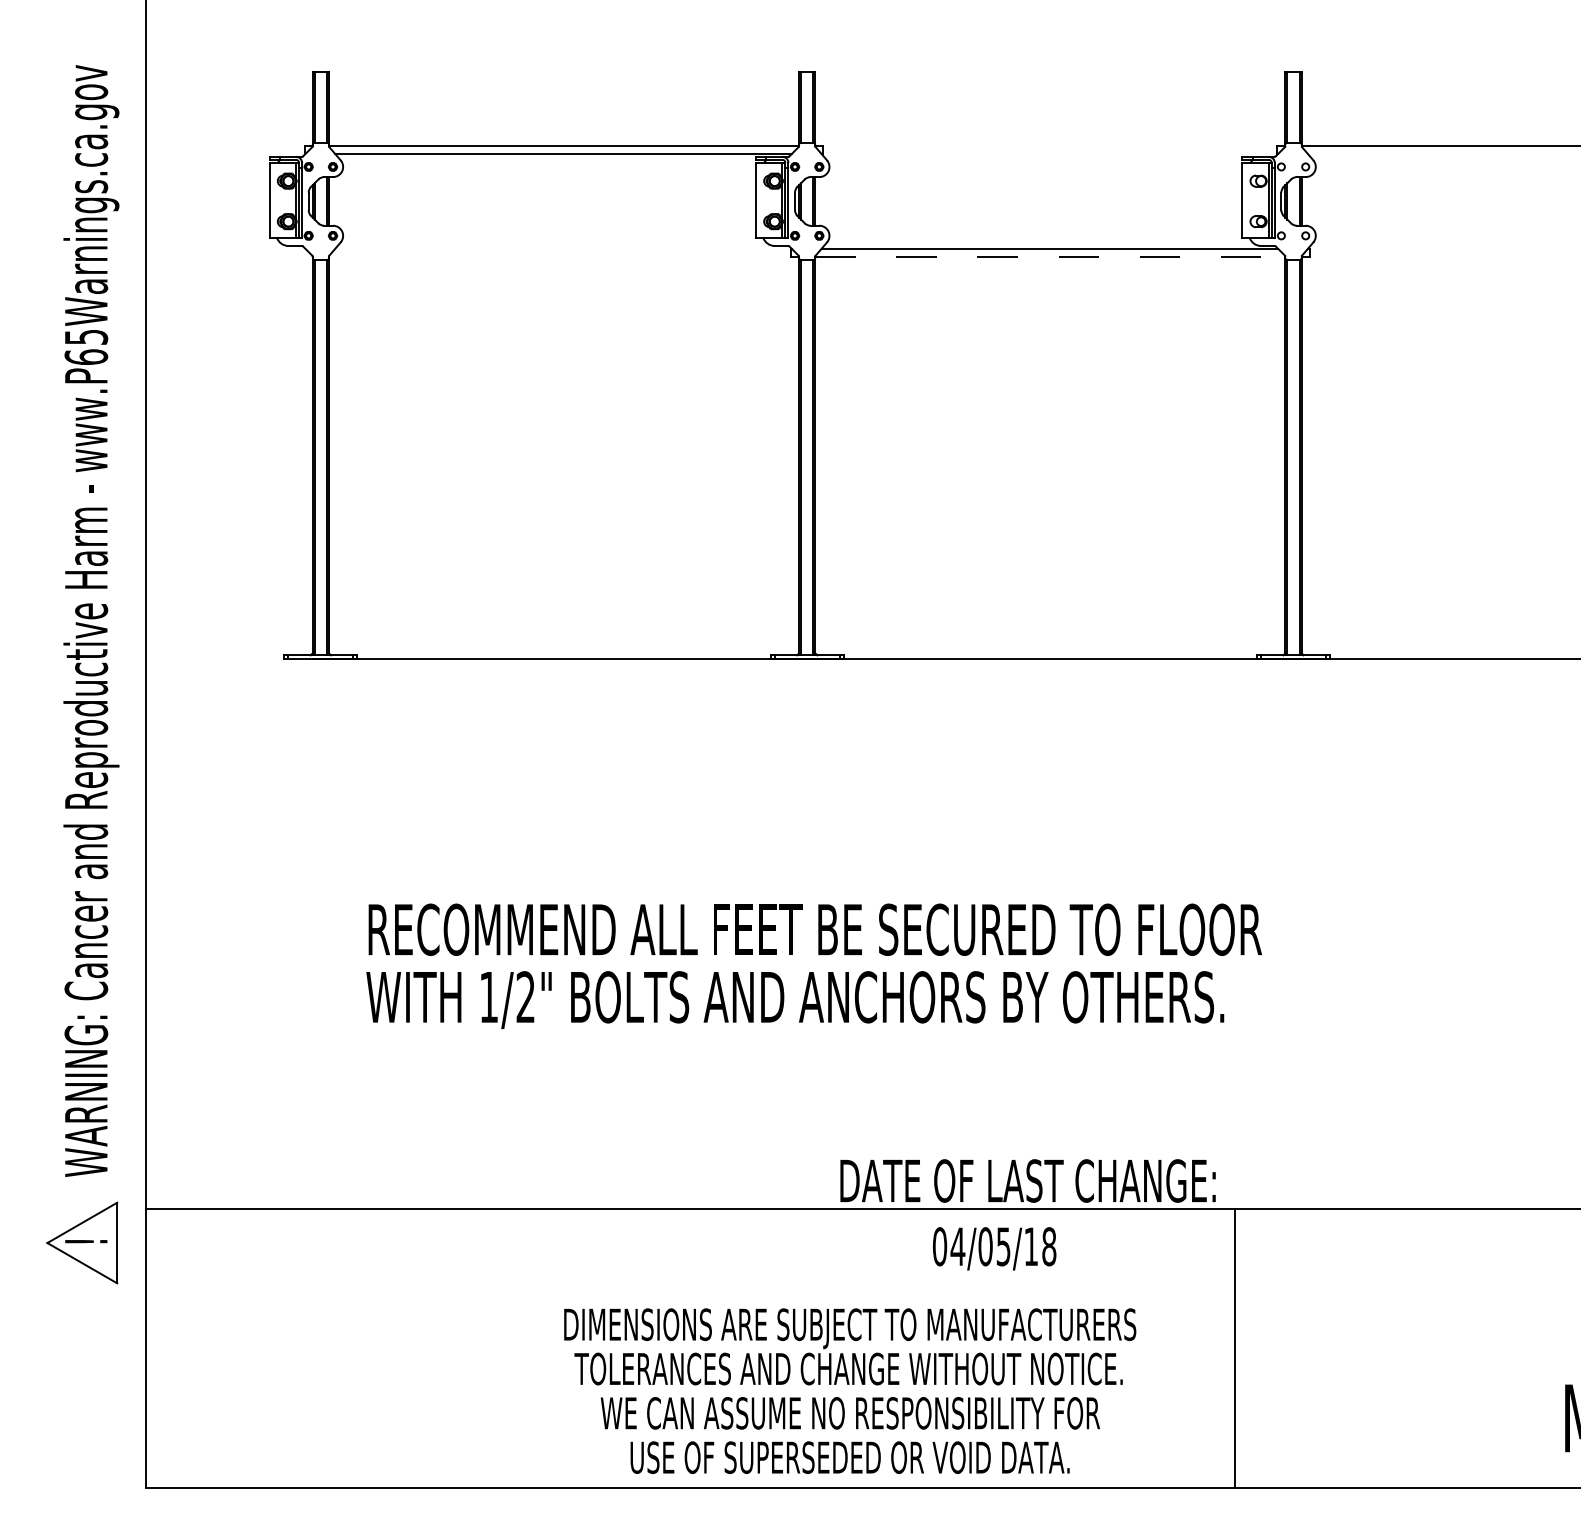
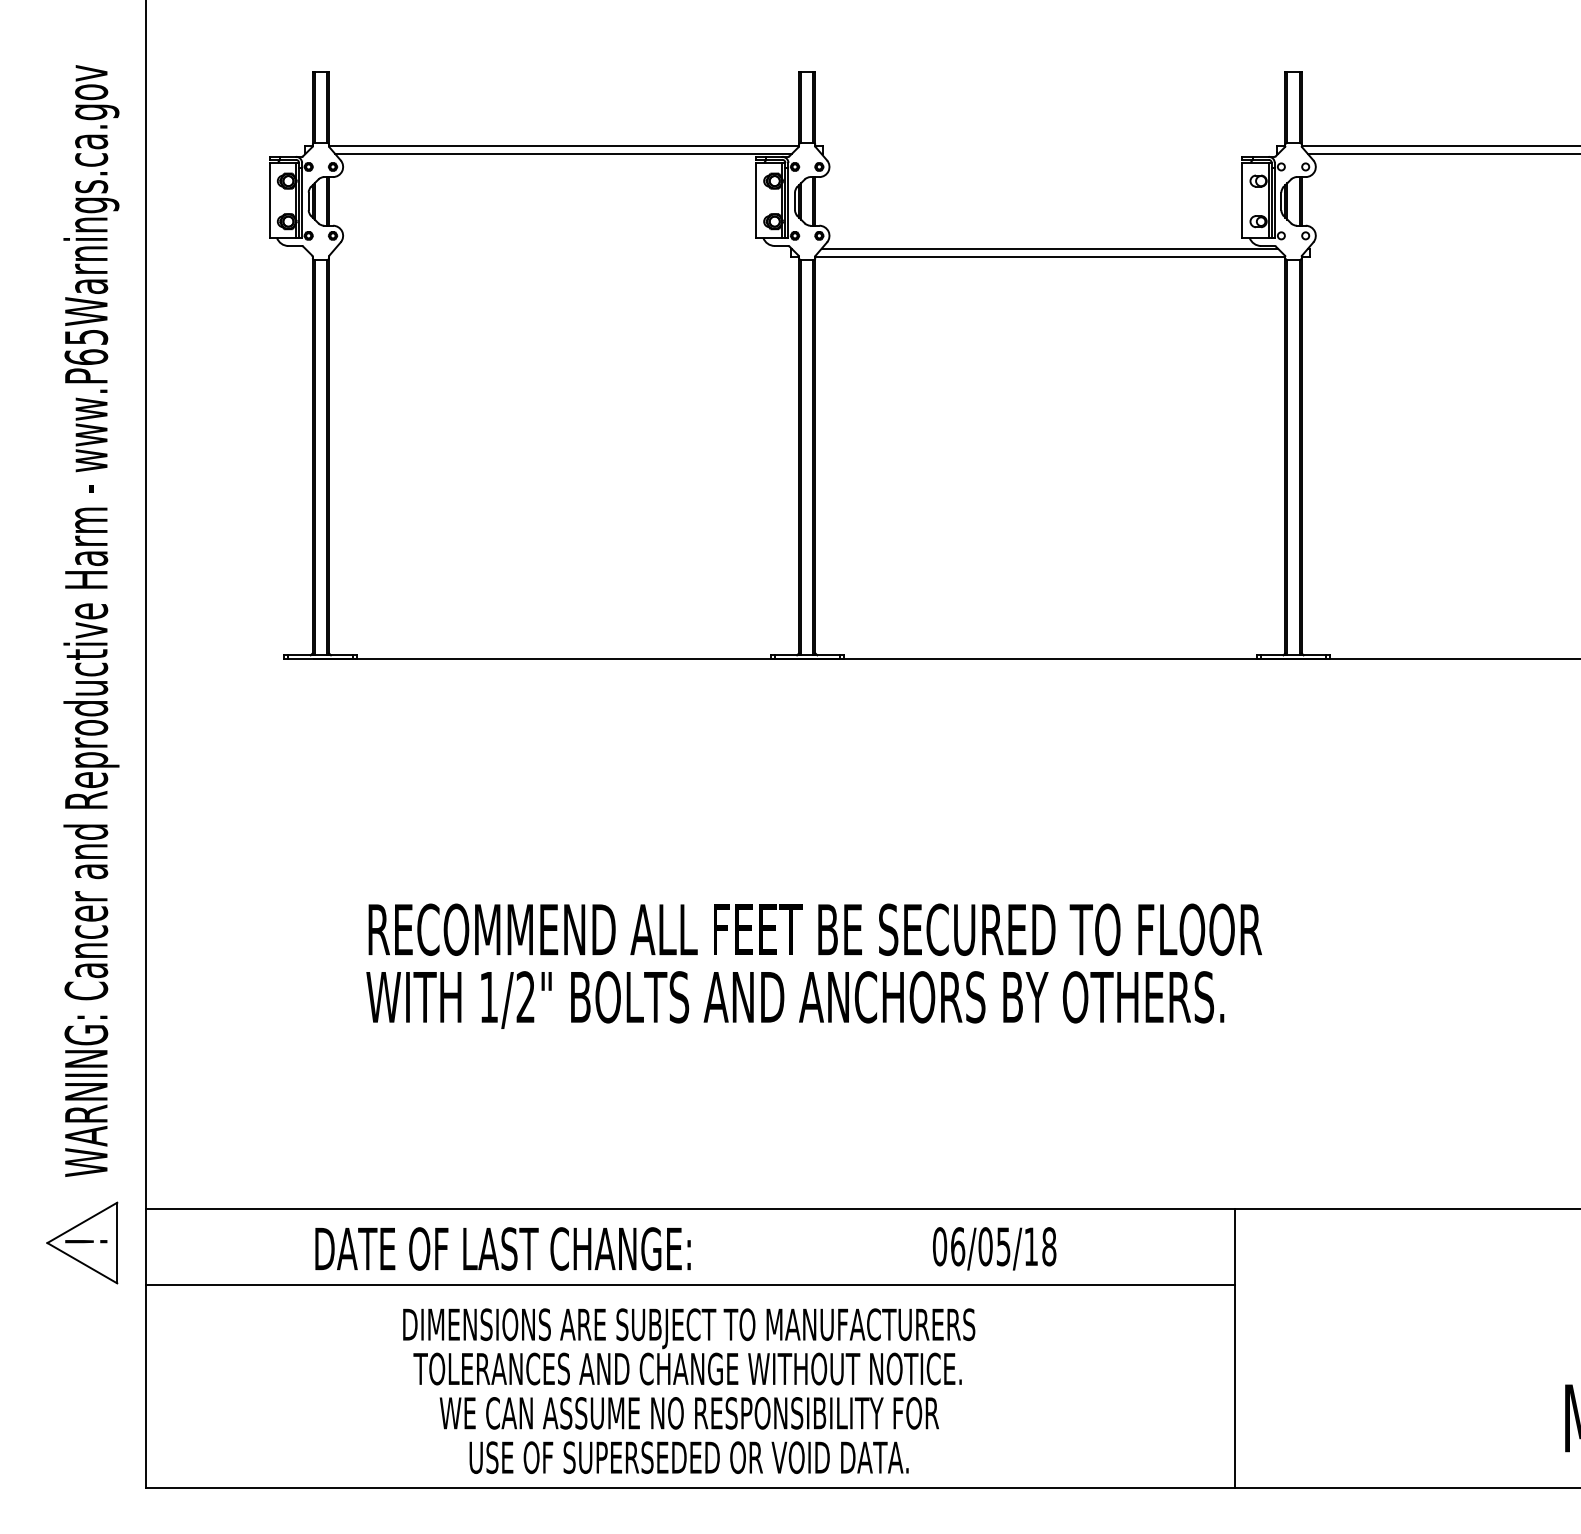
line at (1442, 154): none -> present
line at (1050, 256): dashed -> solid
text at (1027, 1180) position: (1027, 1180) -> (502, 1248)
text at (957, 1246): 04/05/18 -> 06/05/18
line at (690, 1285): none -> present
text at (850, 1390) position: (850, 1390) -> (689, 1390)
